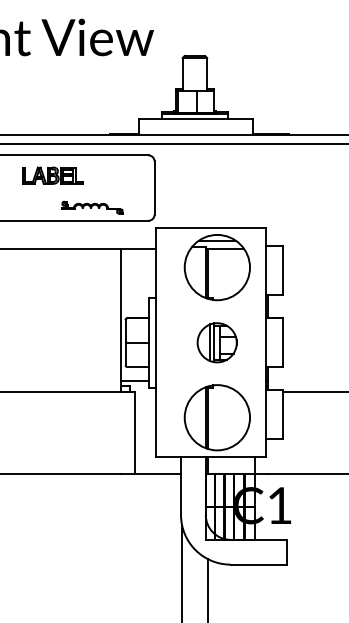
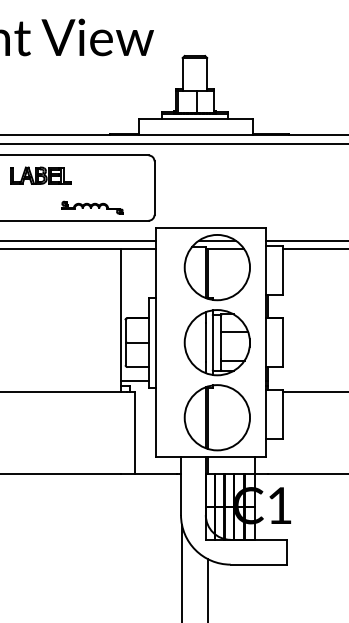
part at (52, 175) position: (52, 175) -> (40, 175)
line at (79, 240): none -> present
line at (305, 240): none -> present
line at (313, 249): none -> present
part at (216, 342) size: 42x42 px -> 68x68 px
